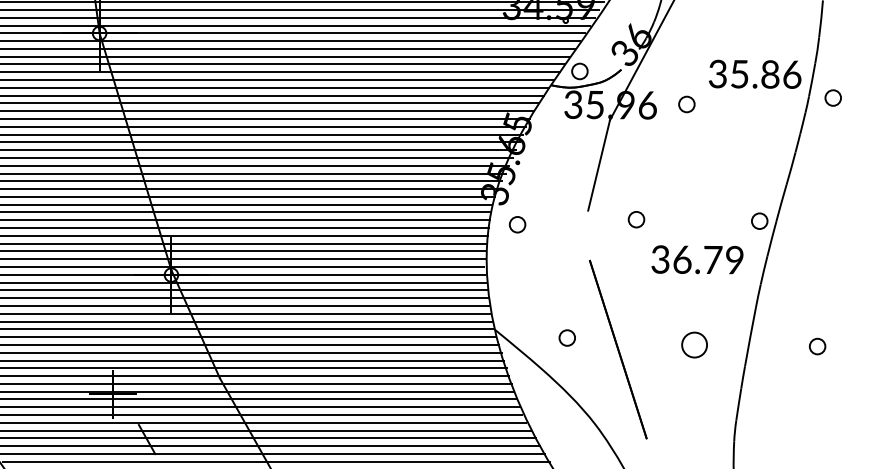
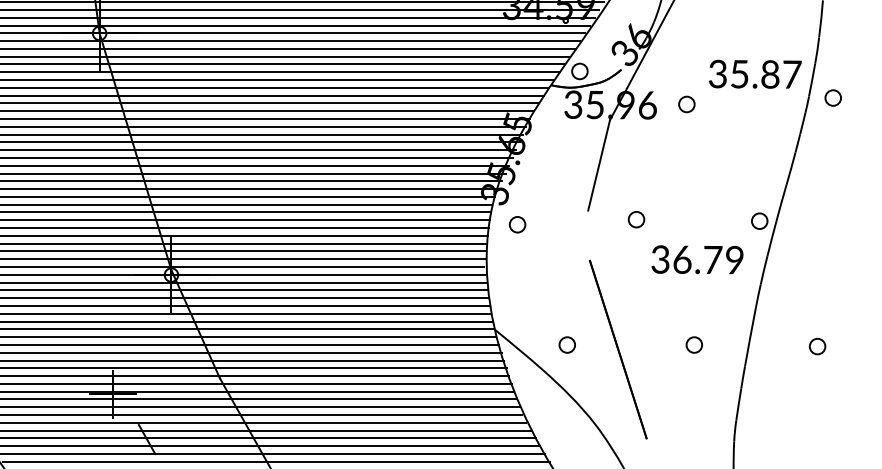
text at (792, 74): 35.86 -> 35.87
part at (566, 337) position: (566, 337) -> (566, 344)
part at (694, 344) size: 27x28 px -> 18x18 px
